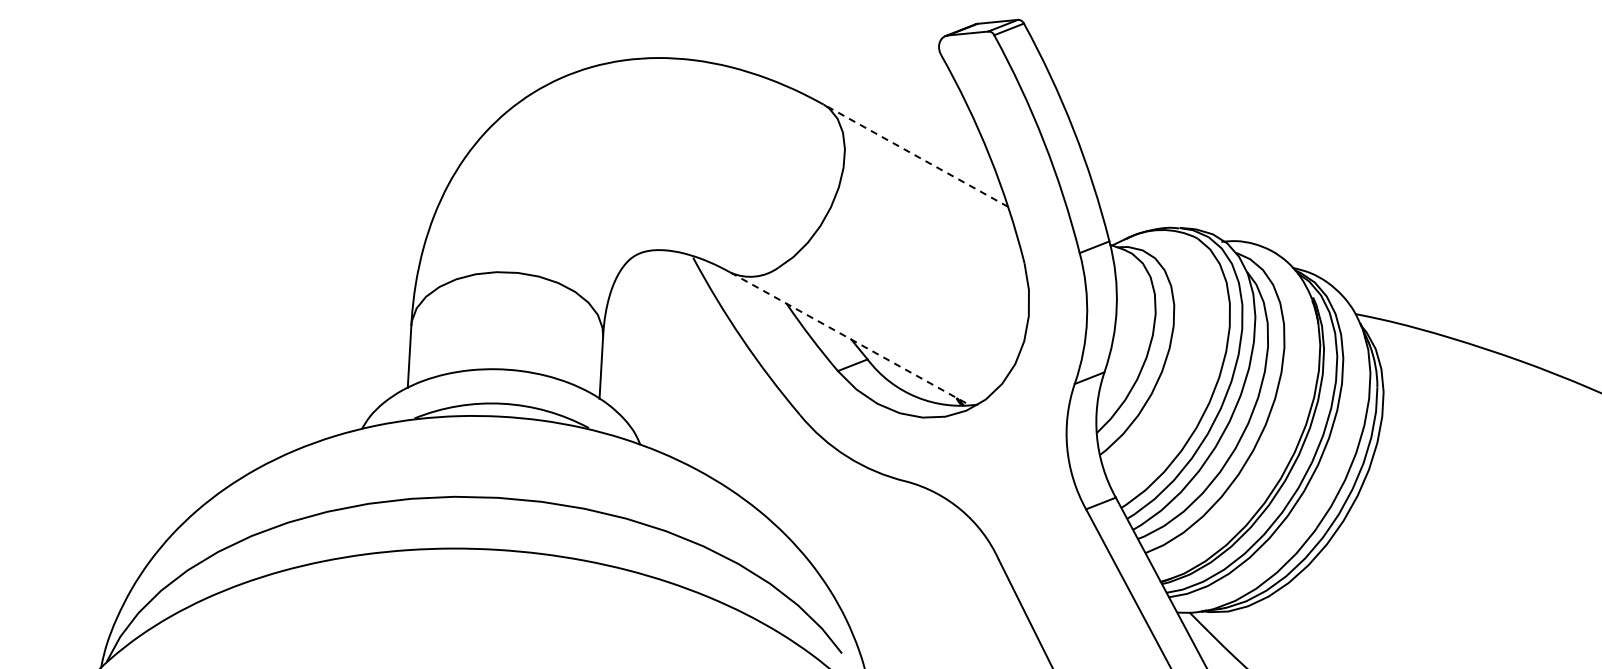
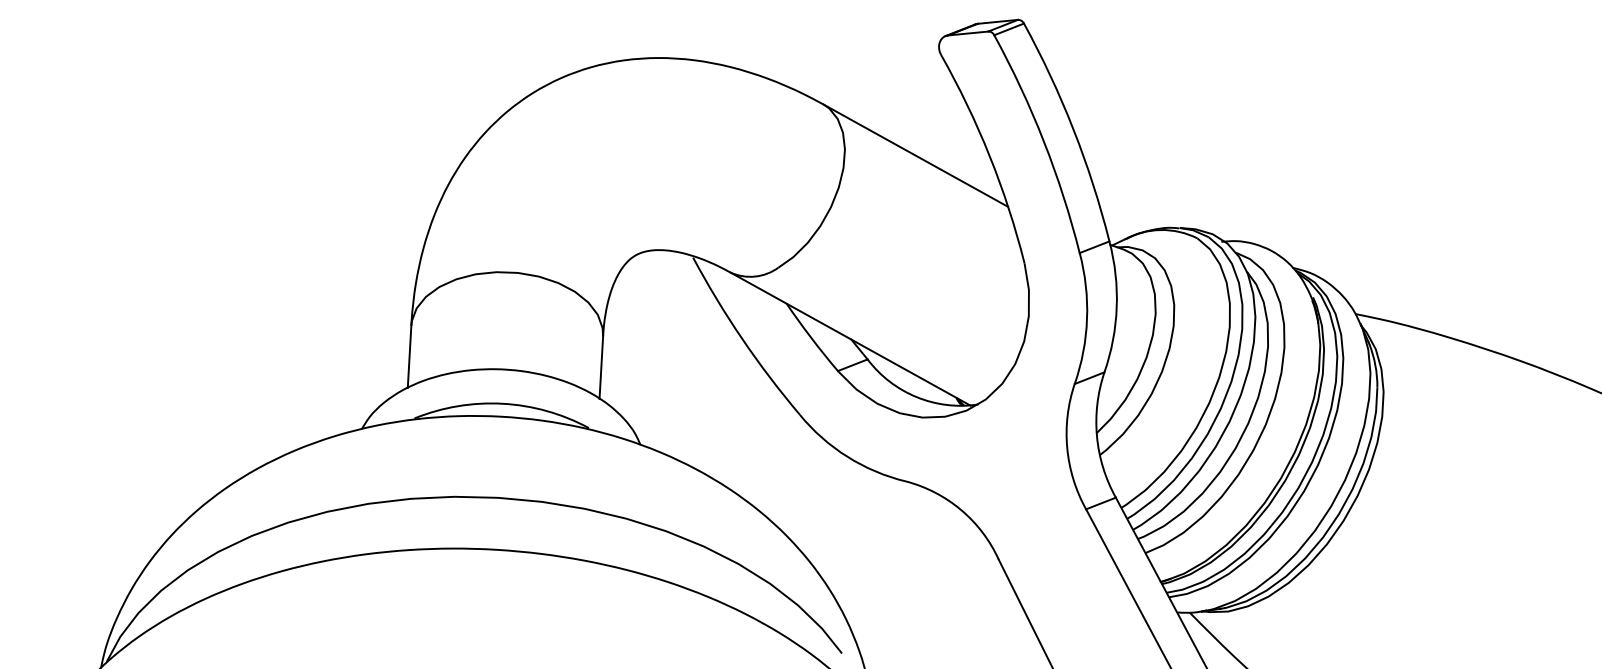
line at (915, 155): dashed -> solid
line at (851, 339): dashed -> solid
